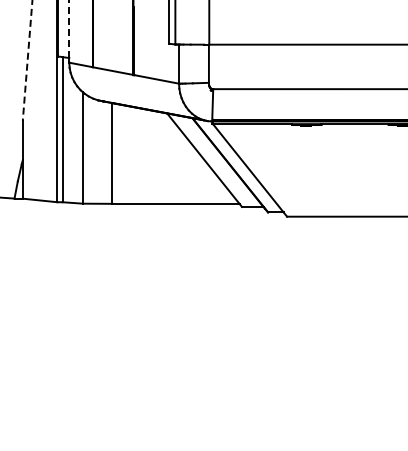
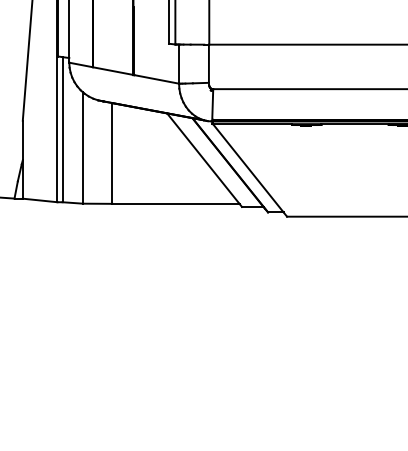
line at (69, 29): dashed -> solid
line at (27, 61): dashed -> solid
